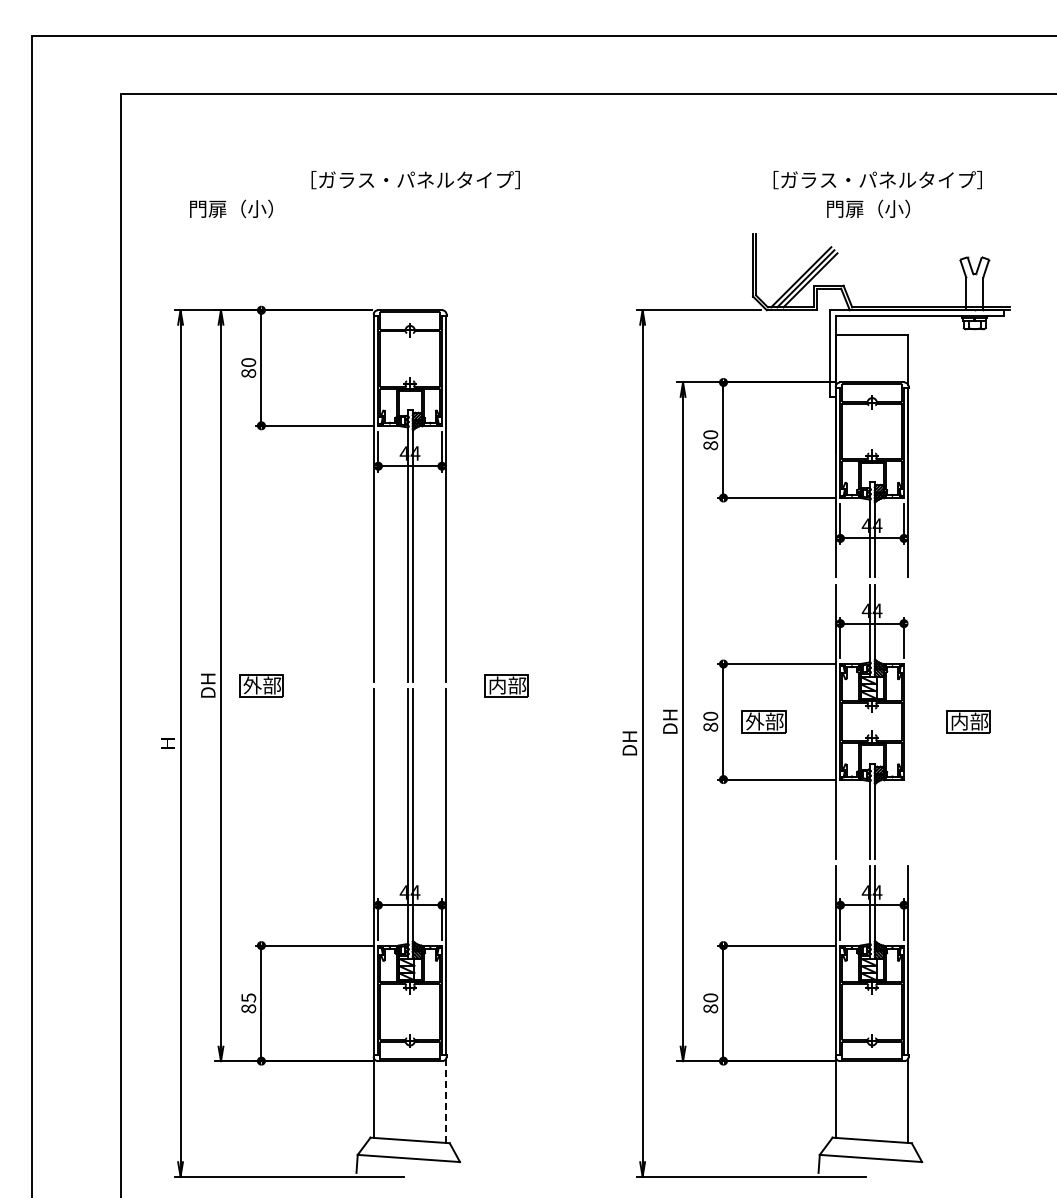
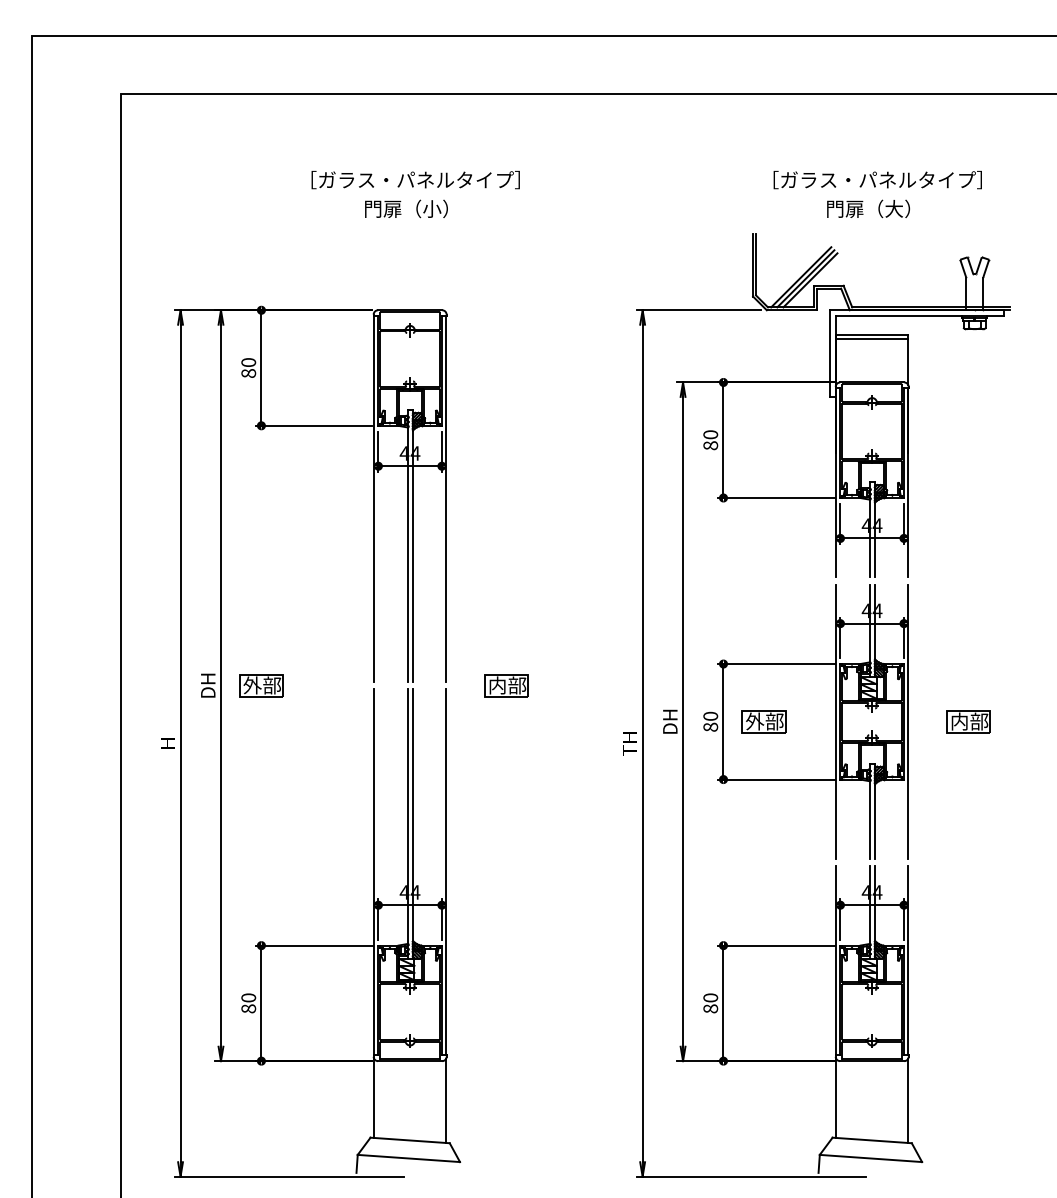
text at (231, 208) position: (231, 208) -> (406, 208)
text at (894, 208): 門扉（小） -> 門扉（大）
line at (872, 339): none -> present
line at (908, 721): none -> present
text at (629, 743): DH -> TH
text at (248, 997): 85 -> 80
line at (446, 1101): dashed -> solid
